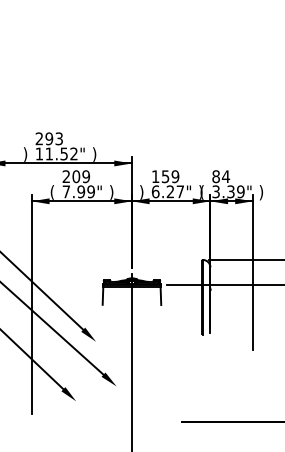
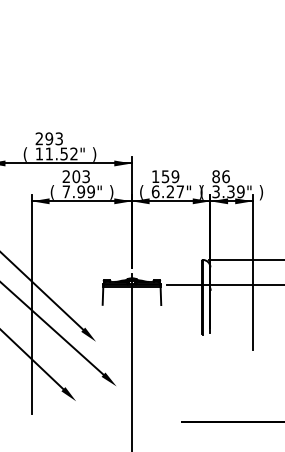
text at (25, 154): ) -> (
text at (86, 176): 209 -> 203
text at (225, 176): 84 -> 86
text at (141, 192): ) -> (
